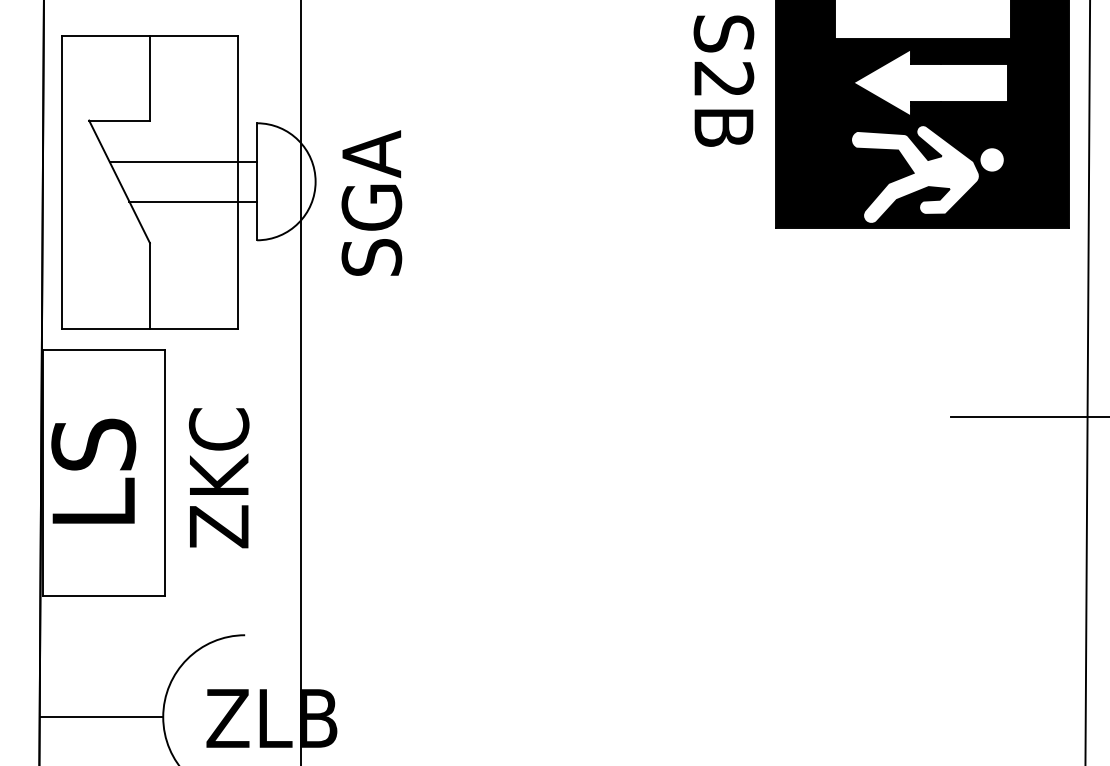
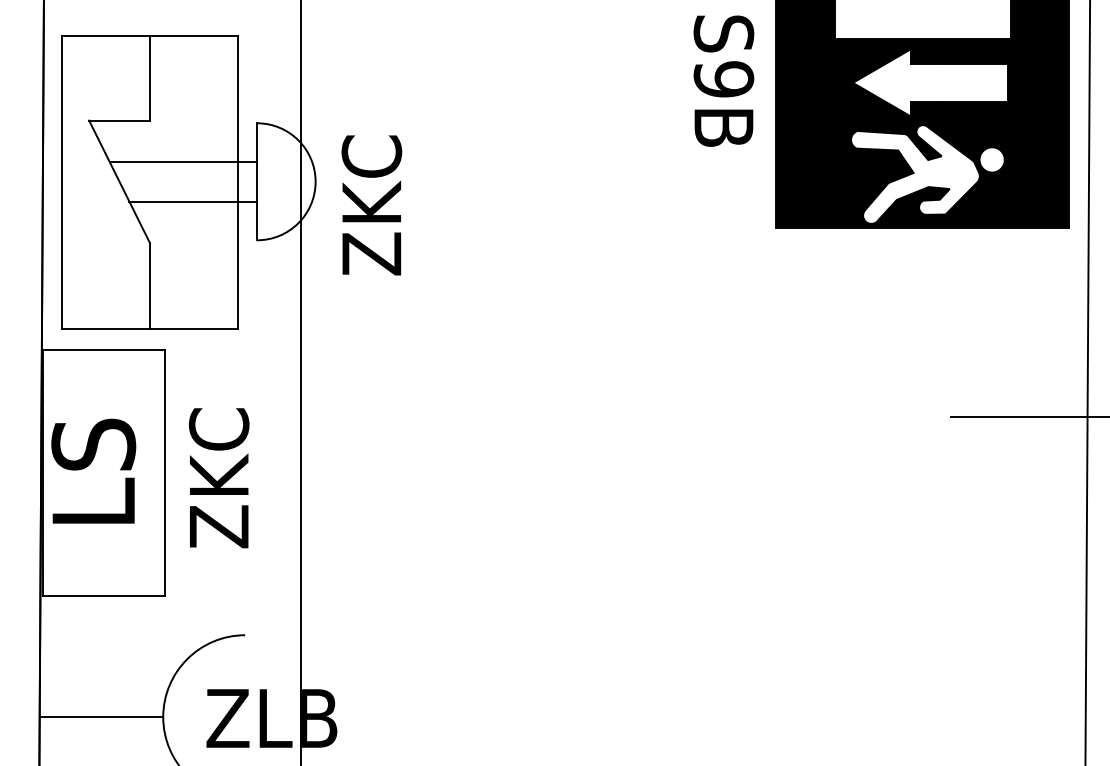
text at (723, 79): S2B -> S9B
text at (371, 202): SGA -> ZKC
